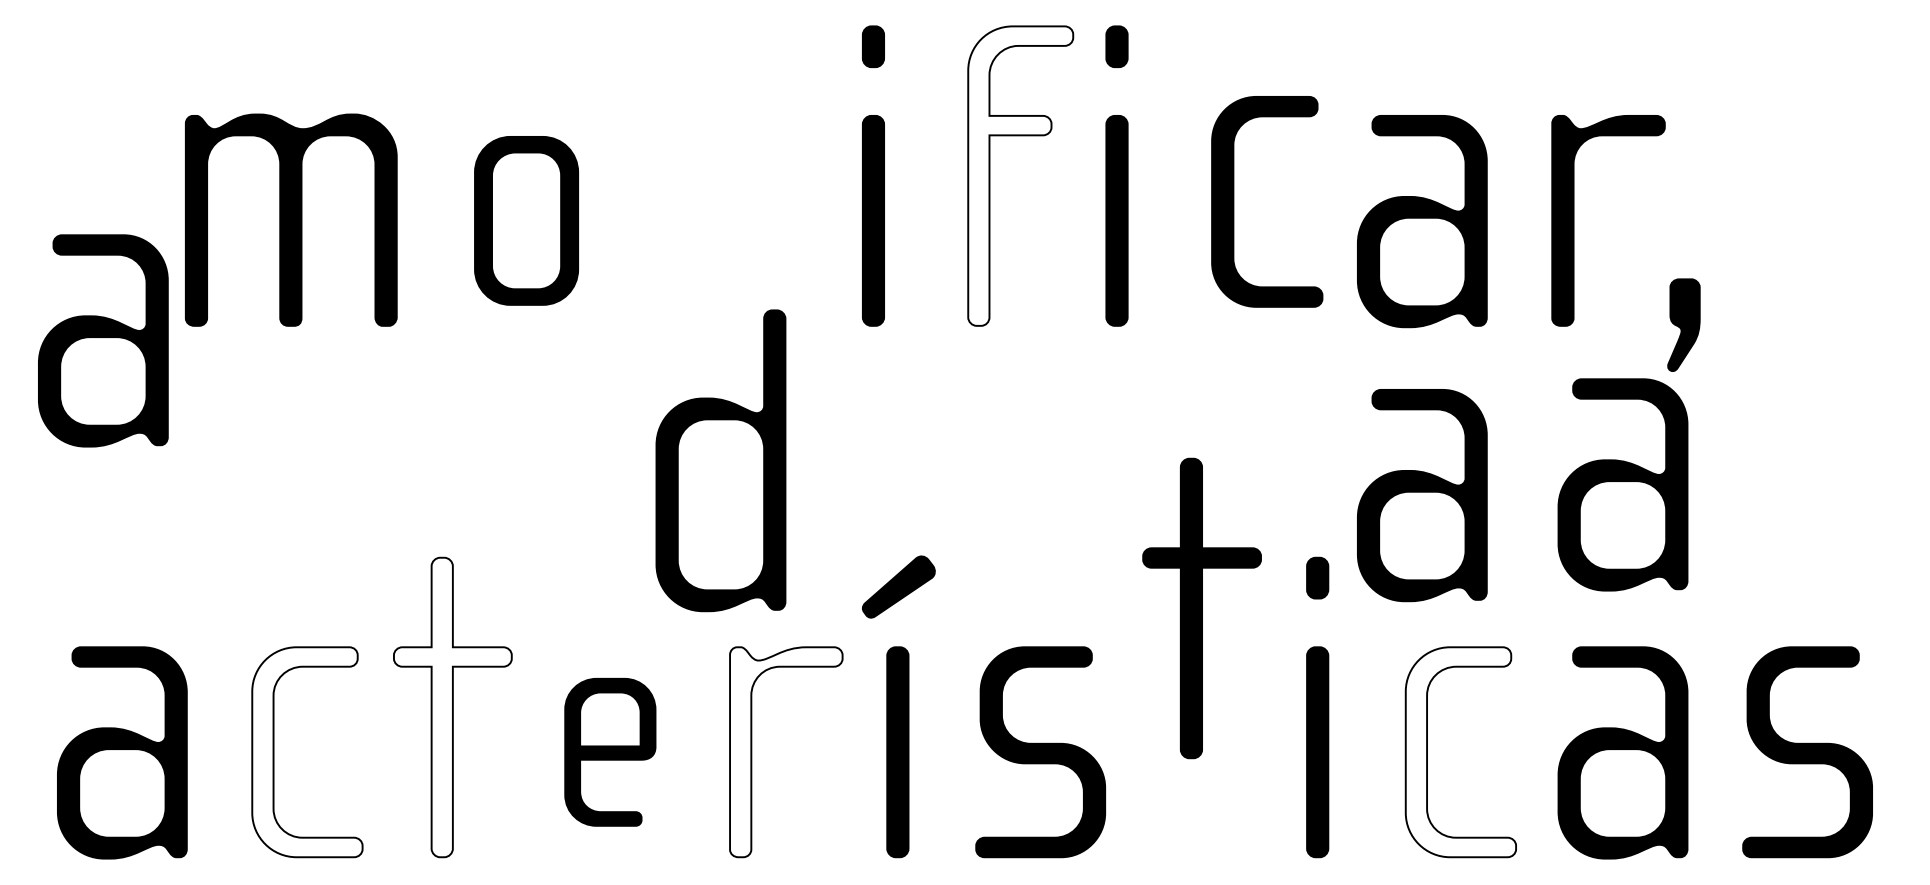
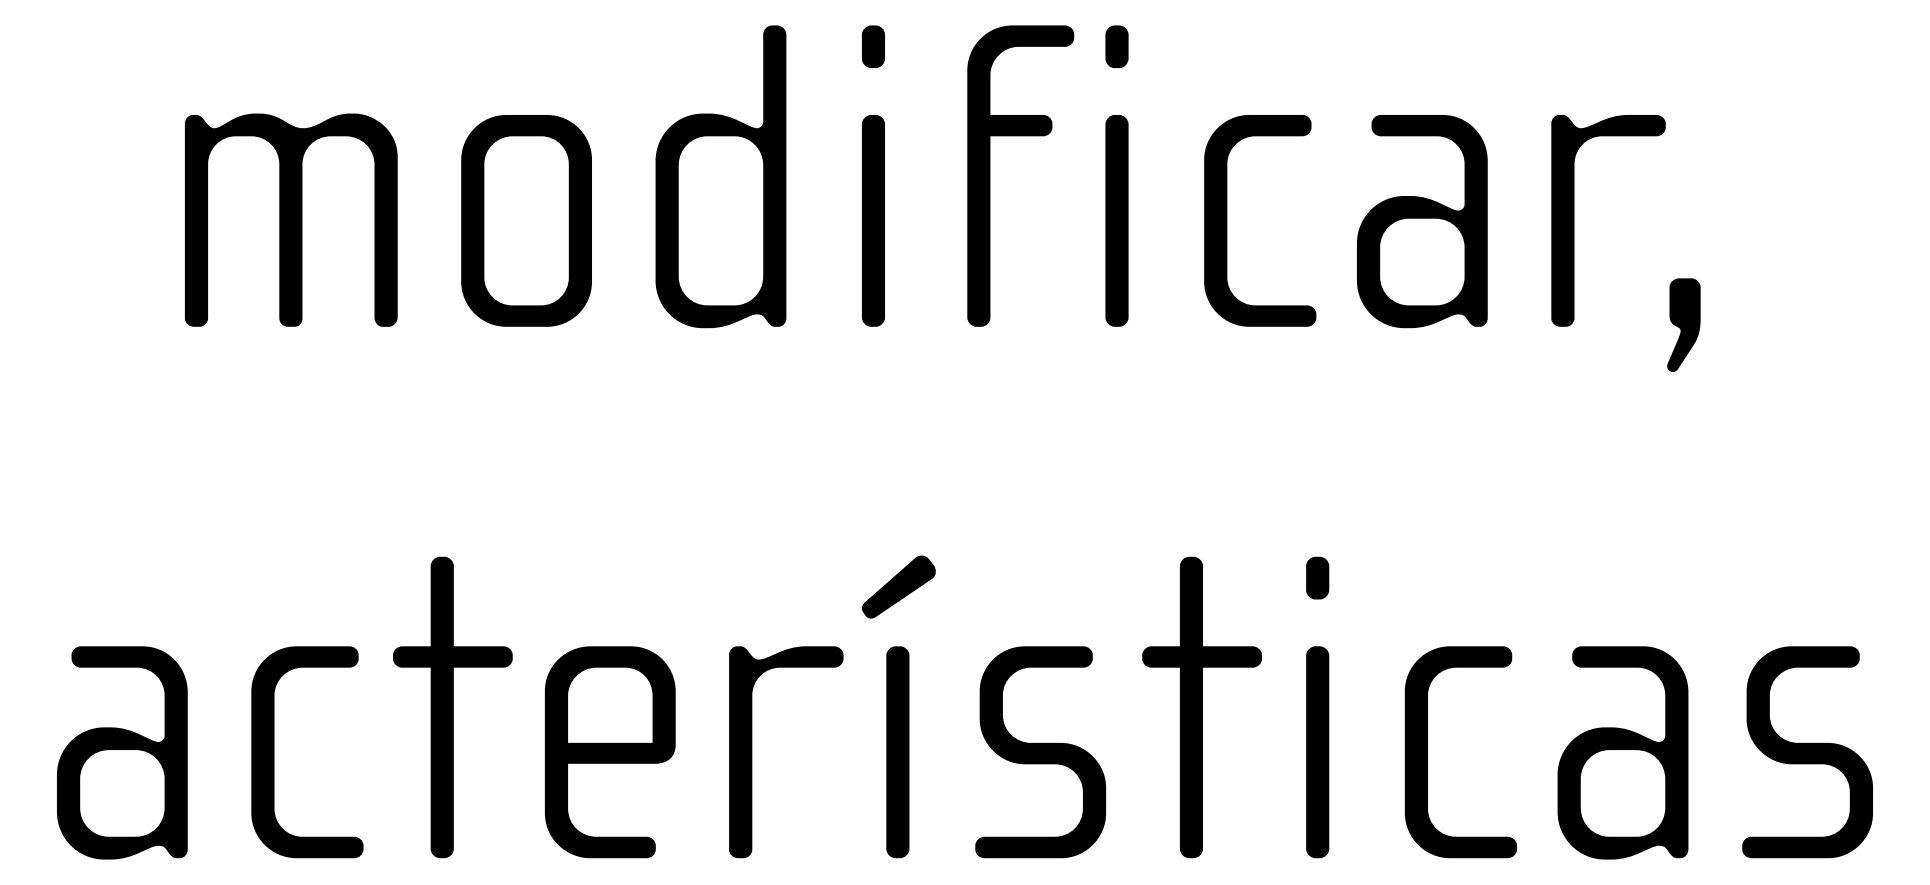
fill at (1020, 175): none -> present
part at (1234, 201) position: (1234, 201) -> (1227, 220)
part at (526, 220) size: 105x170 px -> 131x212 px
part at (103, 340): present -> none
part at (720, 460) position: (720, 460) -> (720, 176)
part at (1622, 484): present -> none
part at (1422, 495): present -> none
part at (1201, 608) position: (1201, 608) -> (1201, 707)
fill at (452, 707): none -> present
fill at (307, 752): none -> present
part at (610, 752) size: 93x149 px -> 131x213 px
fill at (786, 752): none -> present
fill at (1460, 752): none -> present
